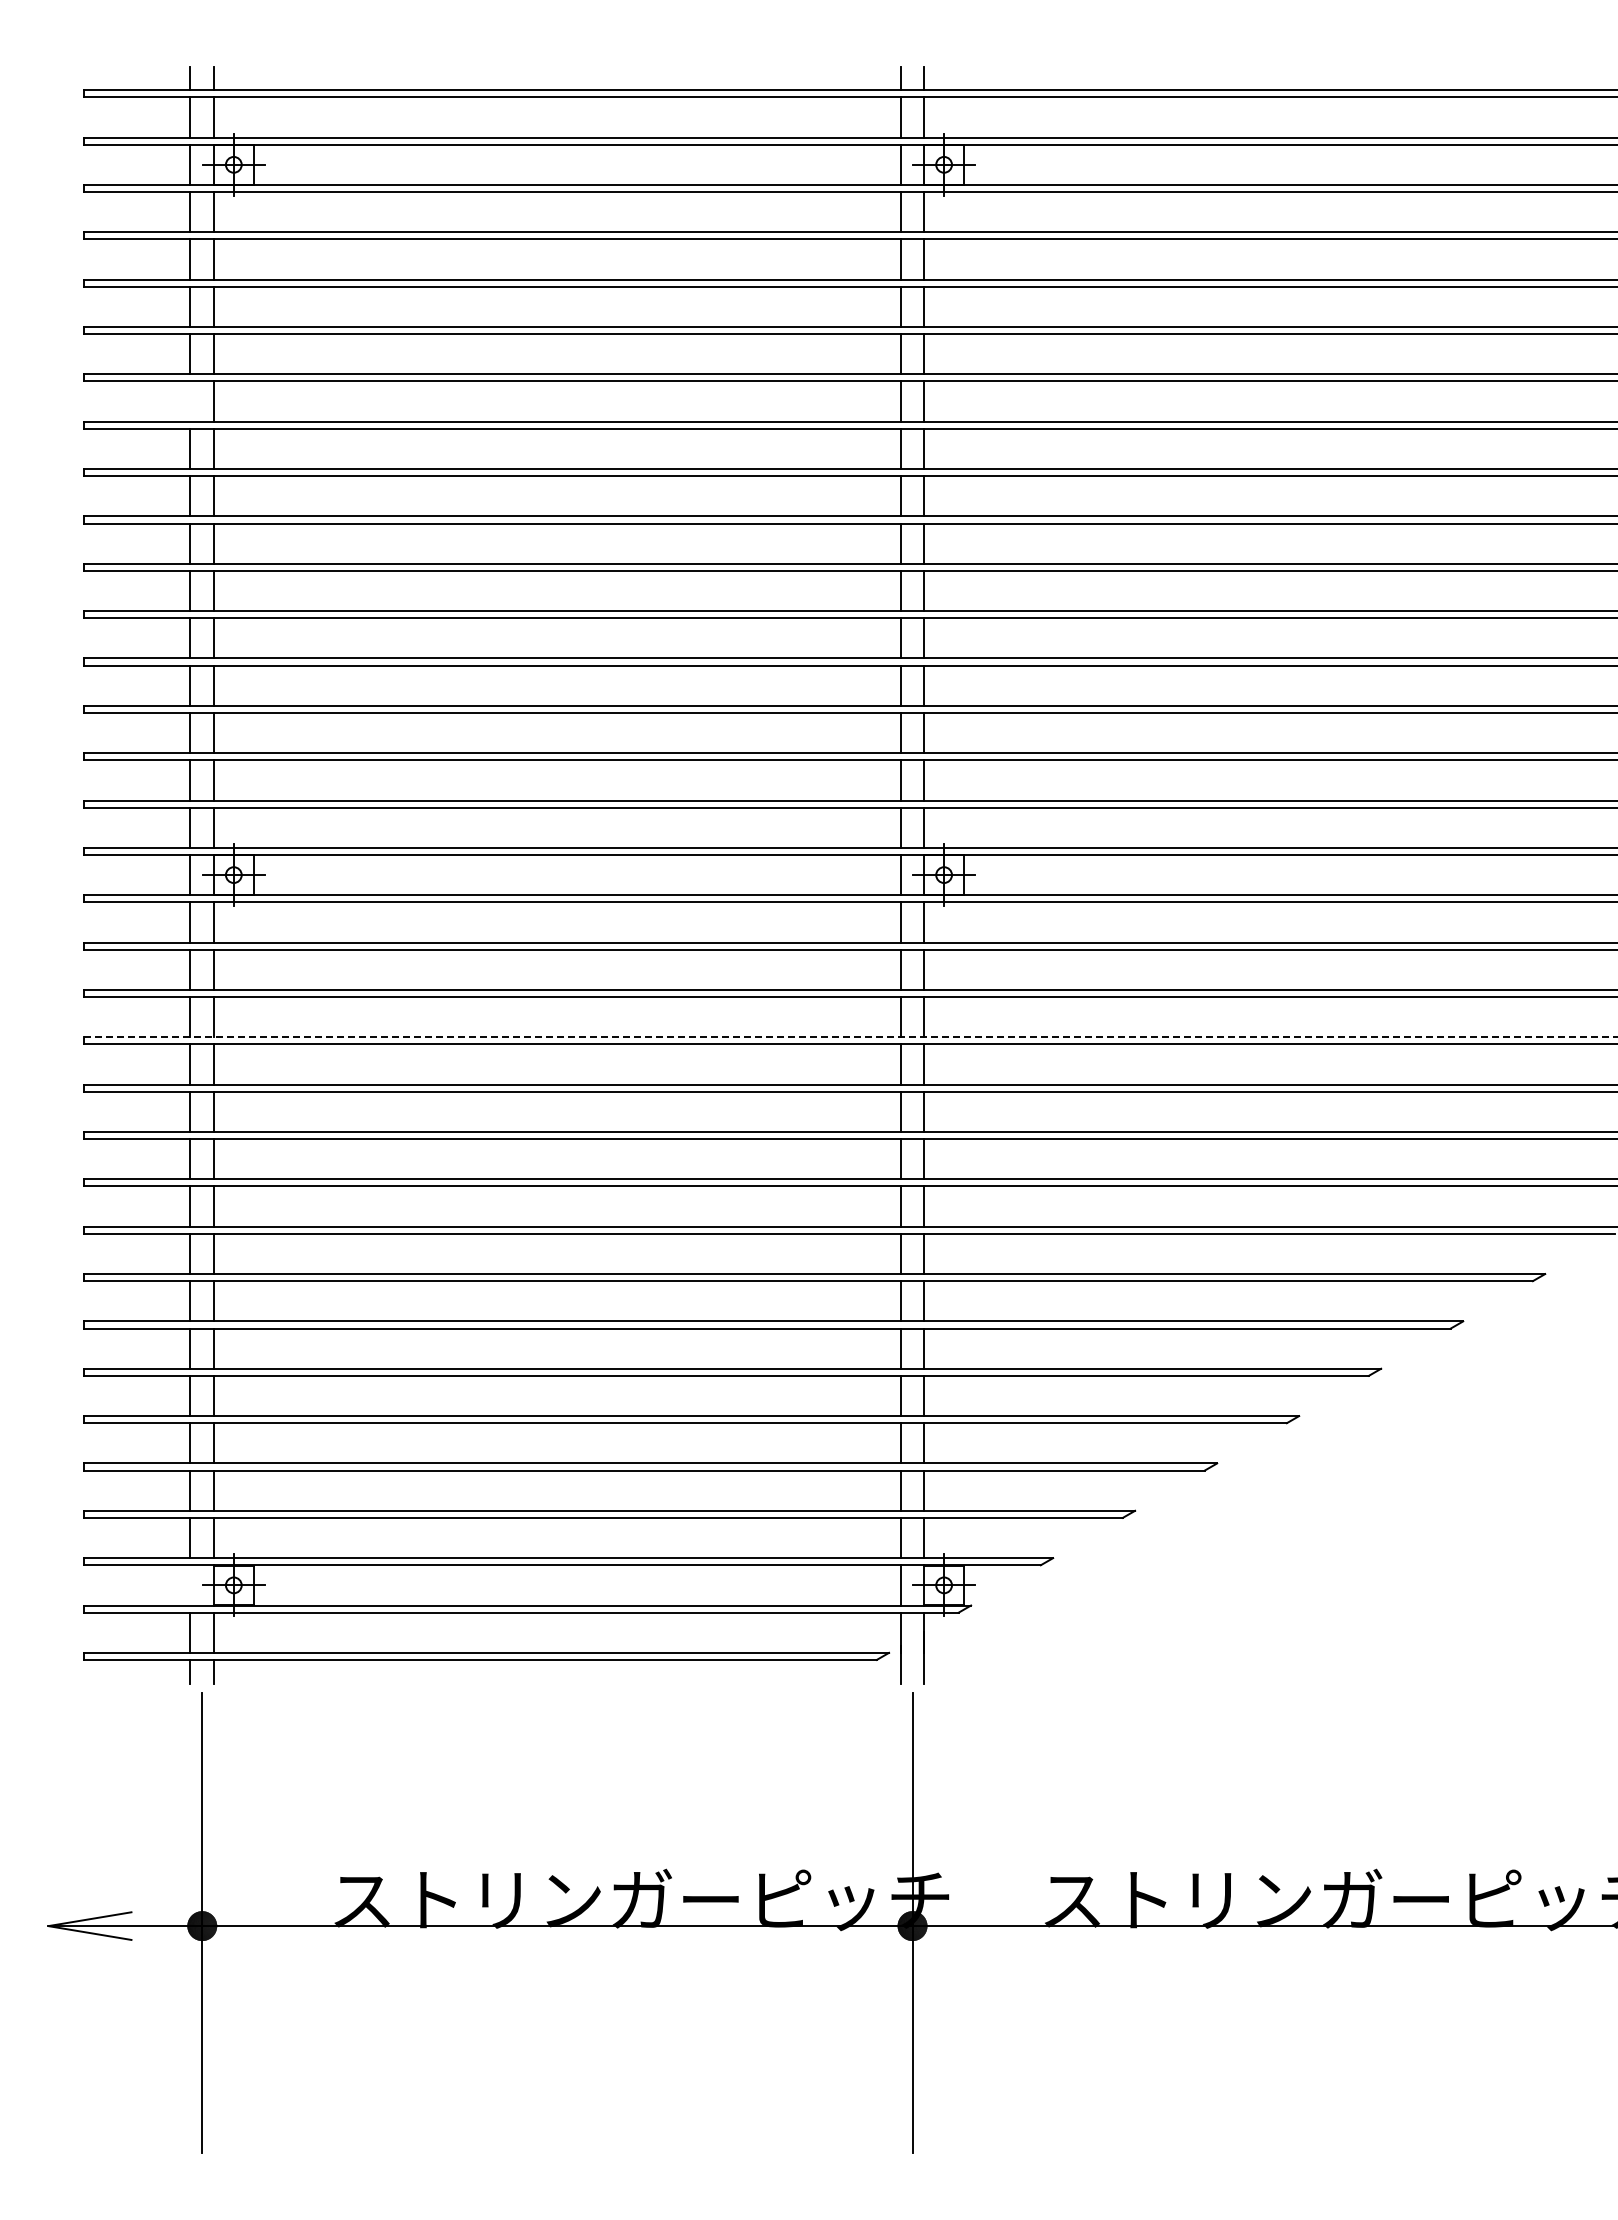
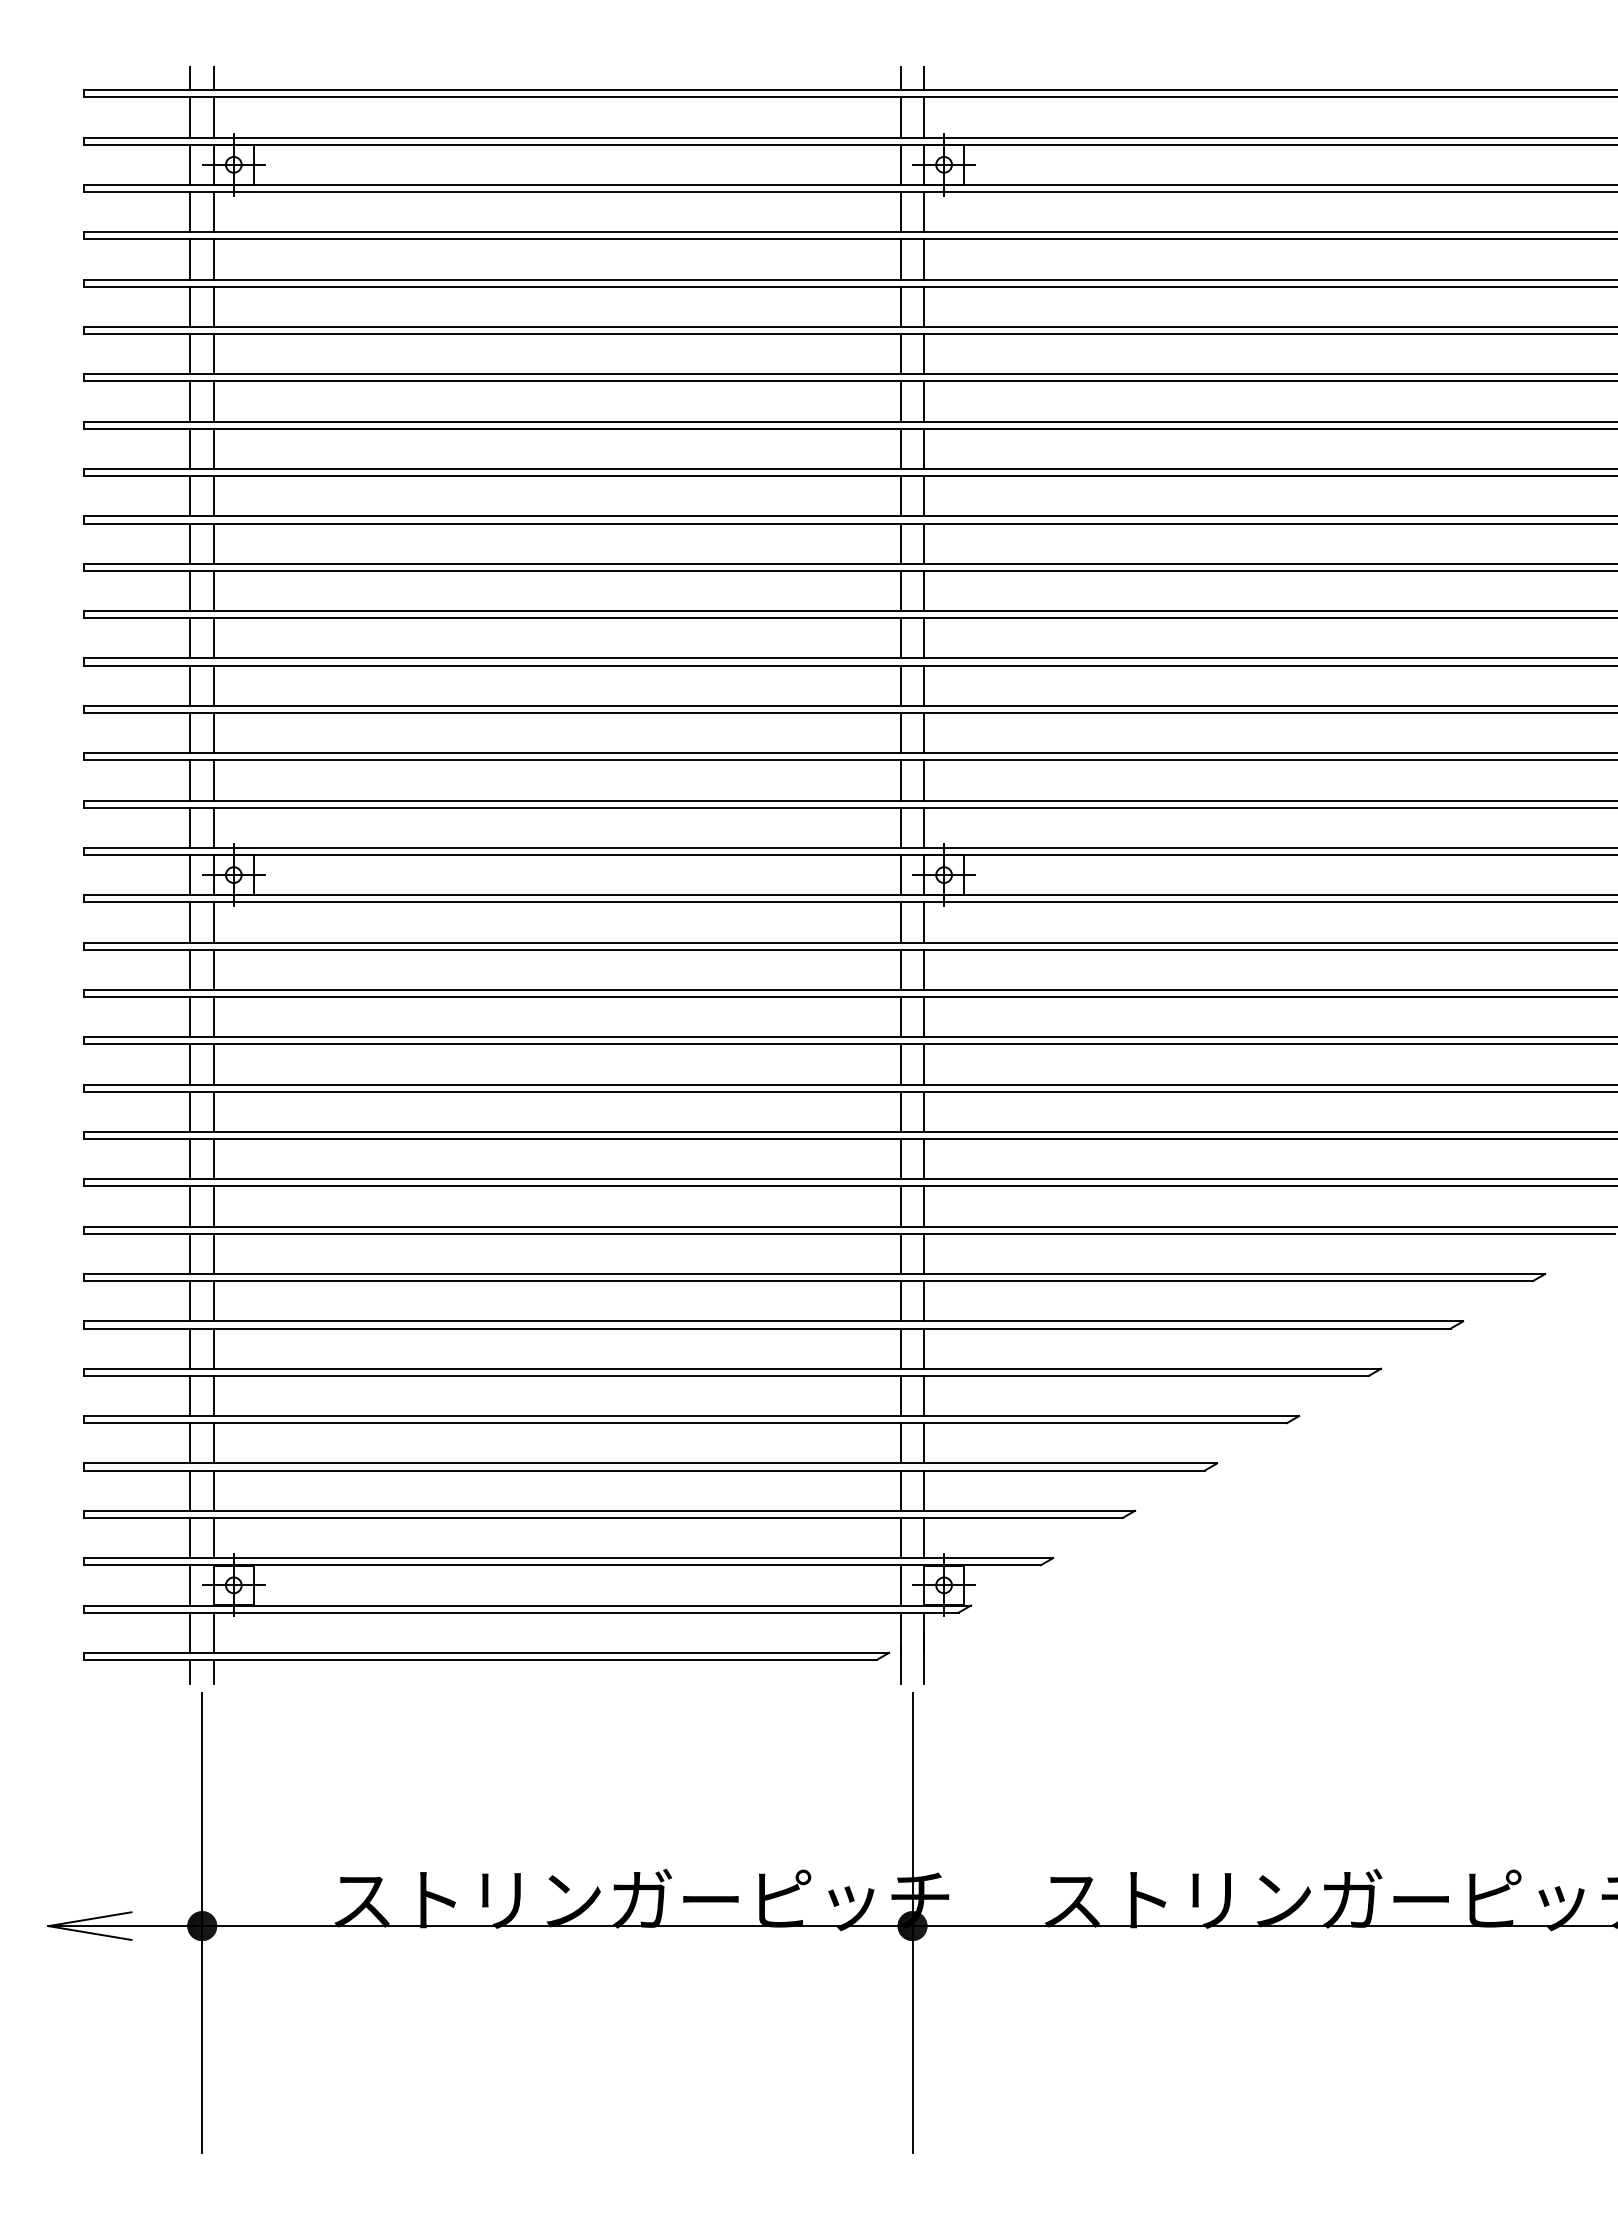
line at (190, 401): none -> present
line at (850, 1037): dashed -> solid
line at (190, 1585): none -> present
